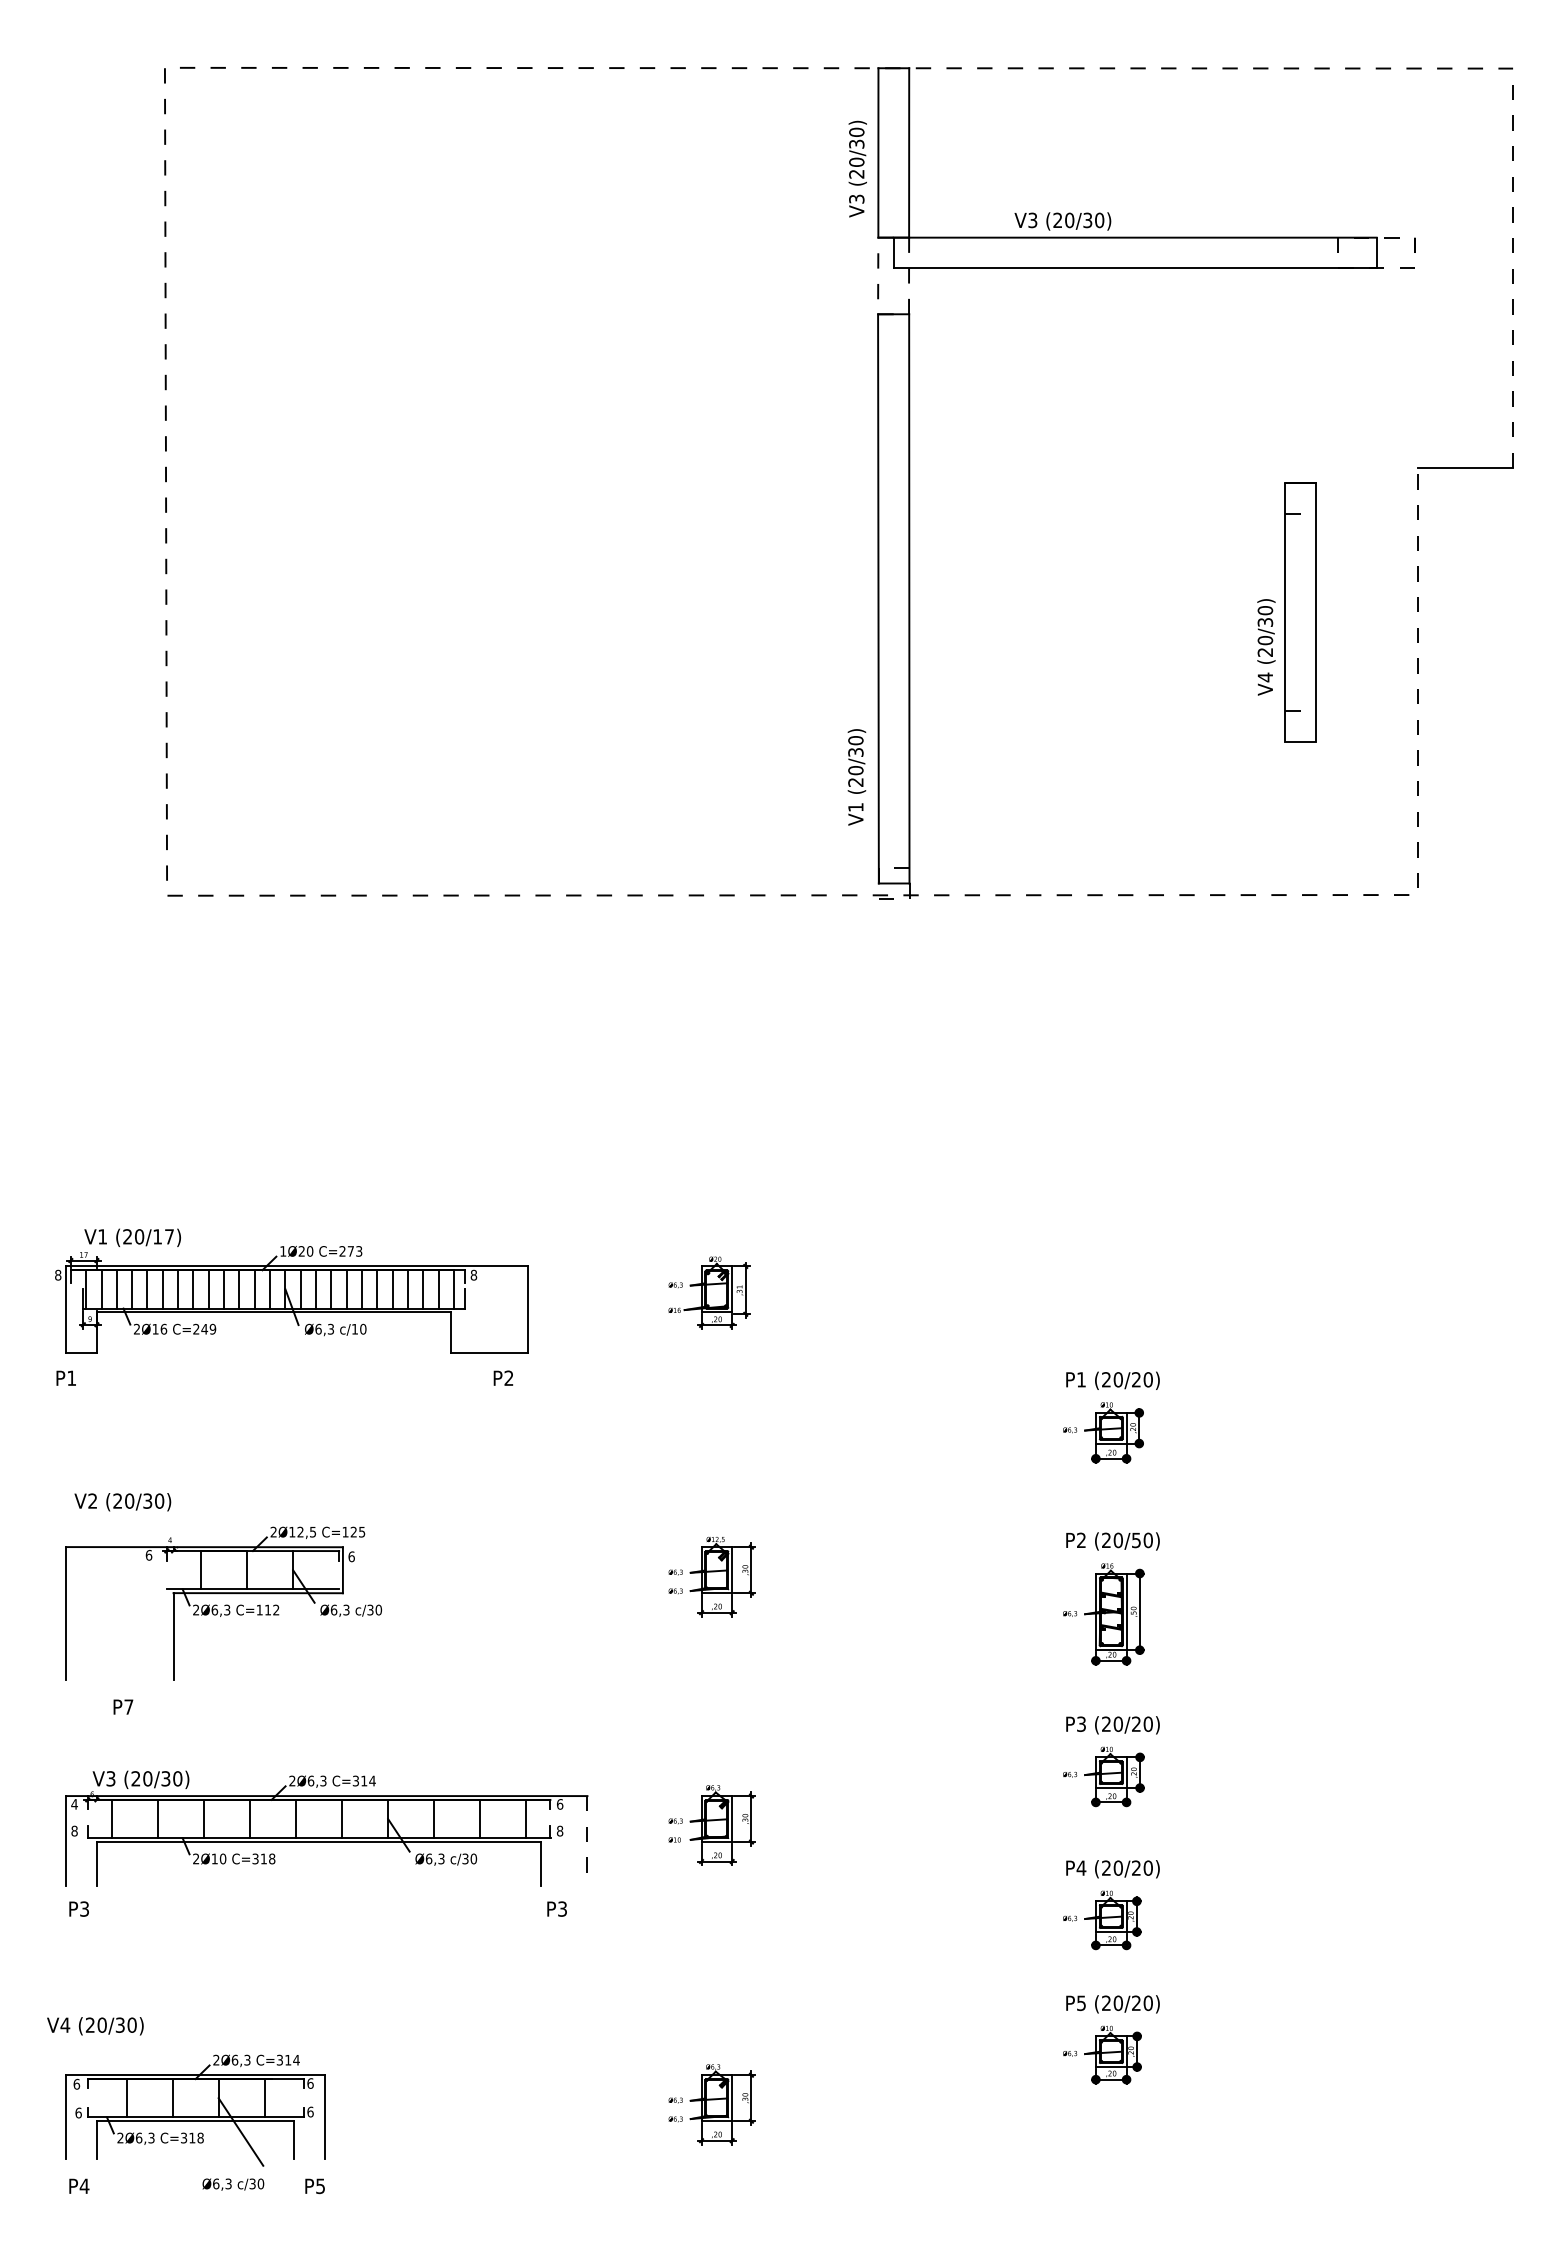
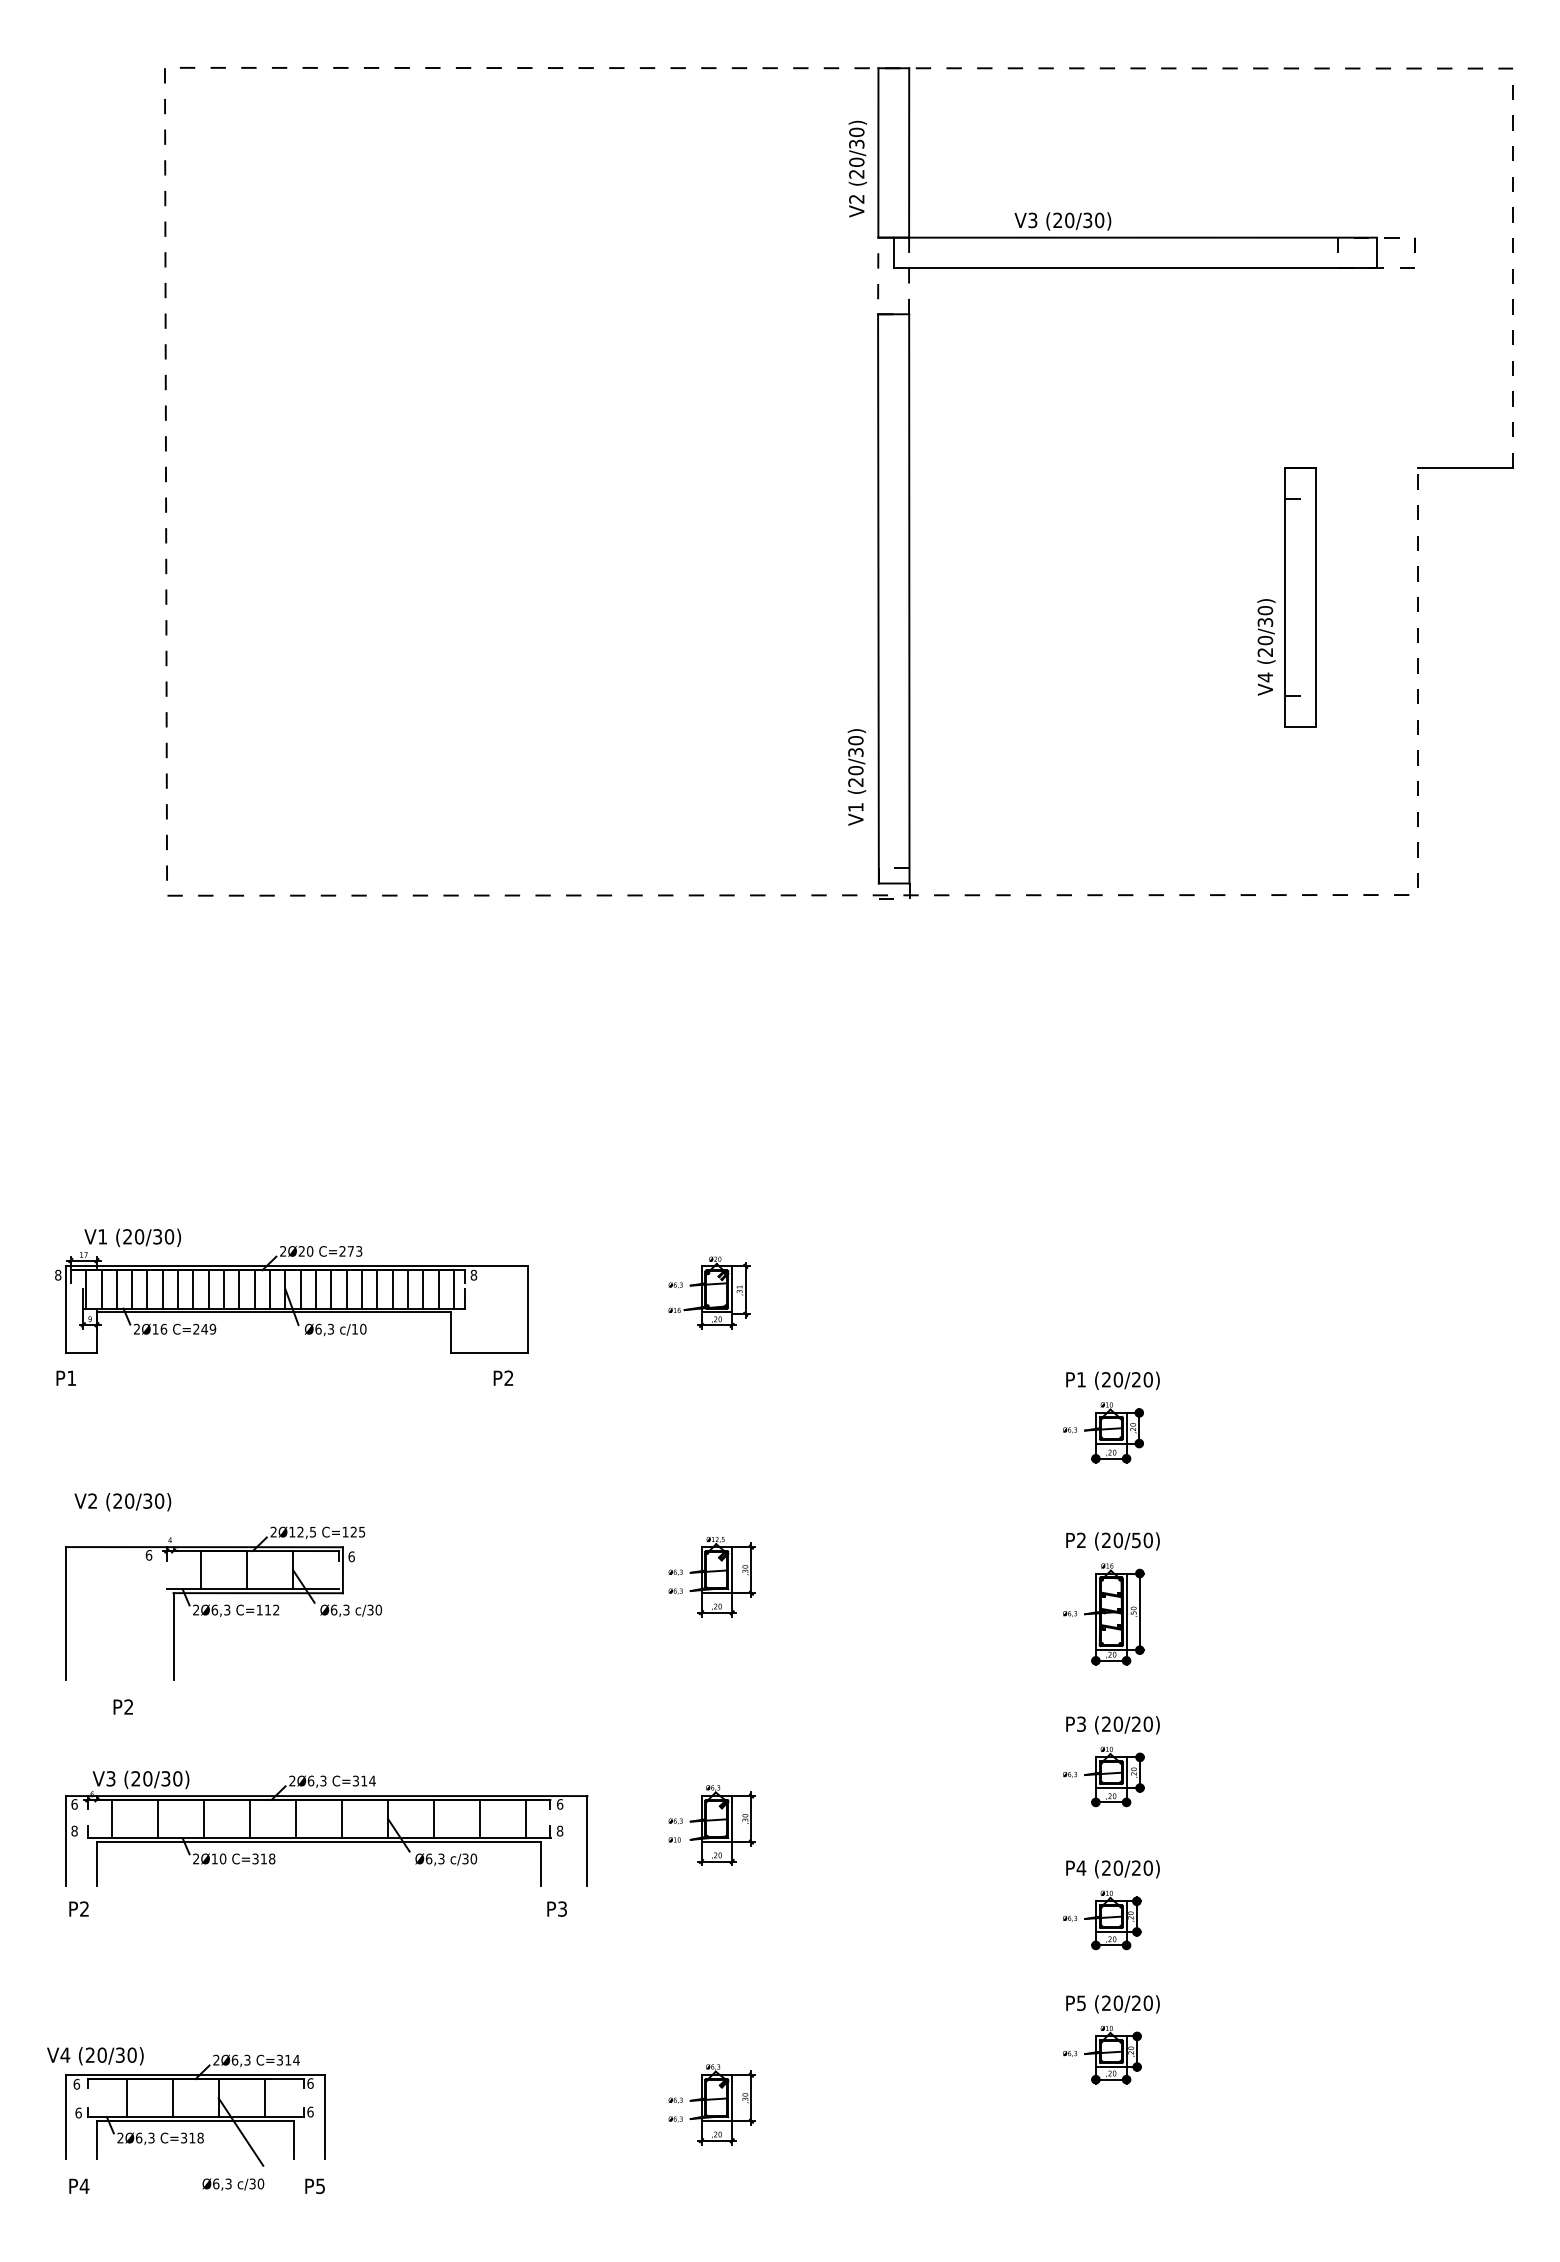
text at (856, 198): V3 -> V2
part at (1300, 612) position: (1300, 612) -> (1300, 597)
text at (163, 1236): (20/17) -> (20/30)
text at (282, 1251): 1Ø20 -> 2Ø20
text at (128, 1706): P7 -> P2
text at (74, 1804): 4 -> 6
line at (587, 1840): dashed -> solid
text at (84, 1908): P3 -> P2
text at (95, 2026) position: (95, 2026) -> (95, 2056)
